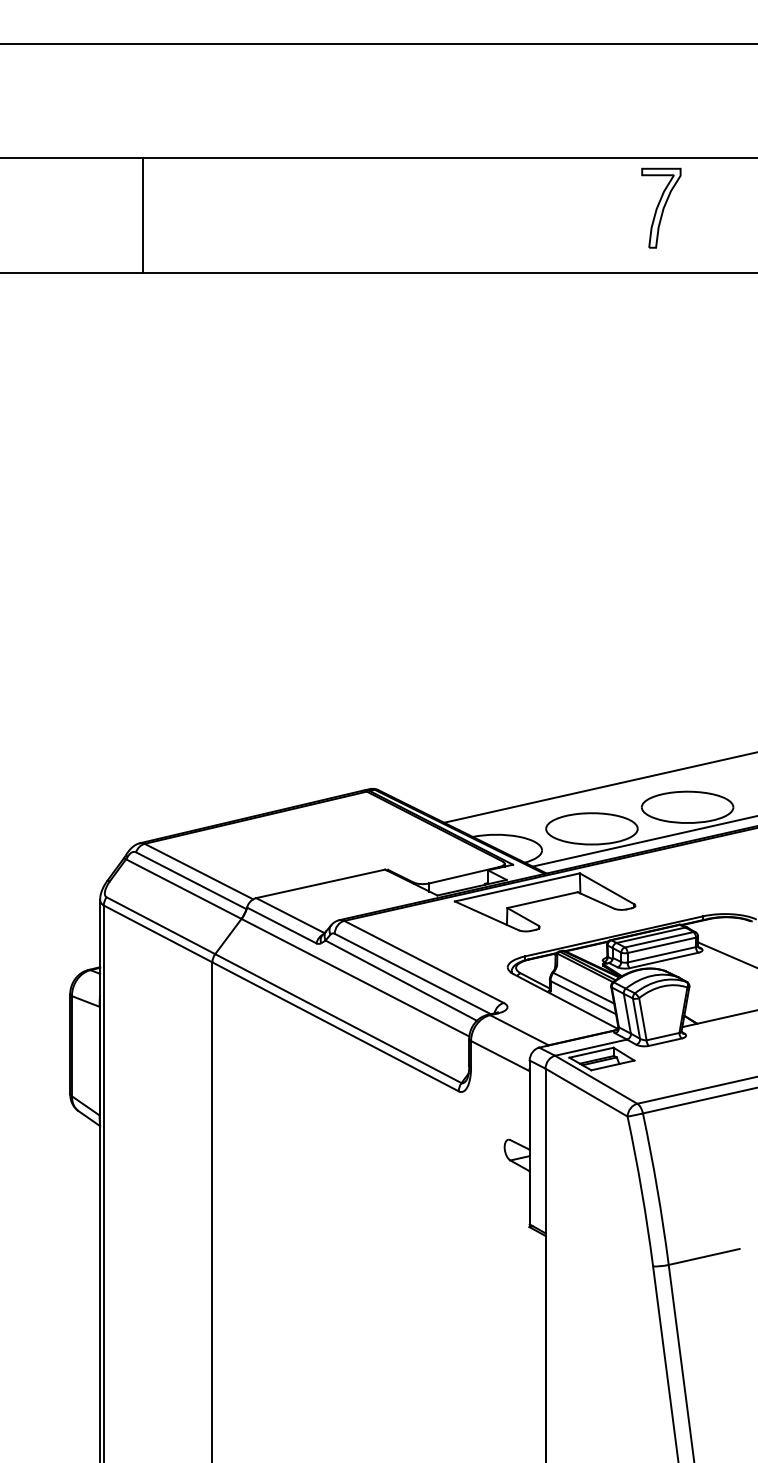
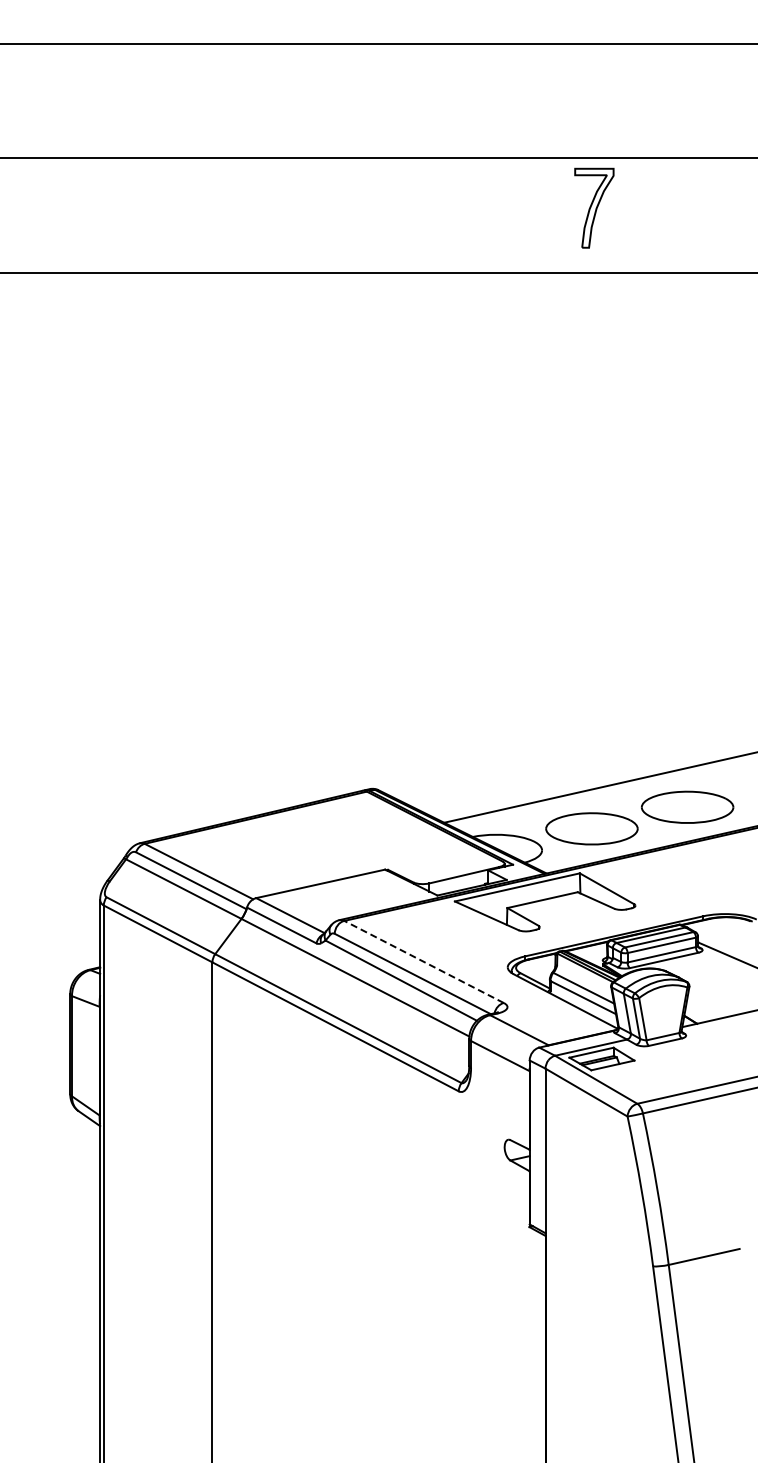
part at (661, 207) position: (661, 207) -> (594, 207)
line at (142, 215): present -> none
line at (643, 841): present -> none
line at (424, 961): solid -> dashed
